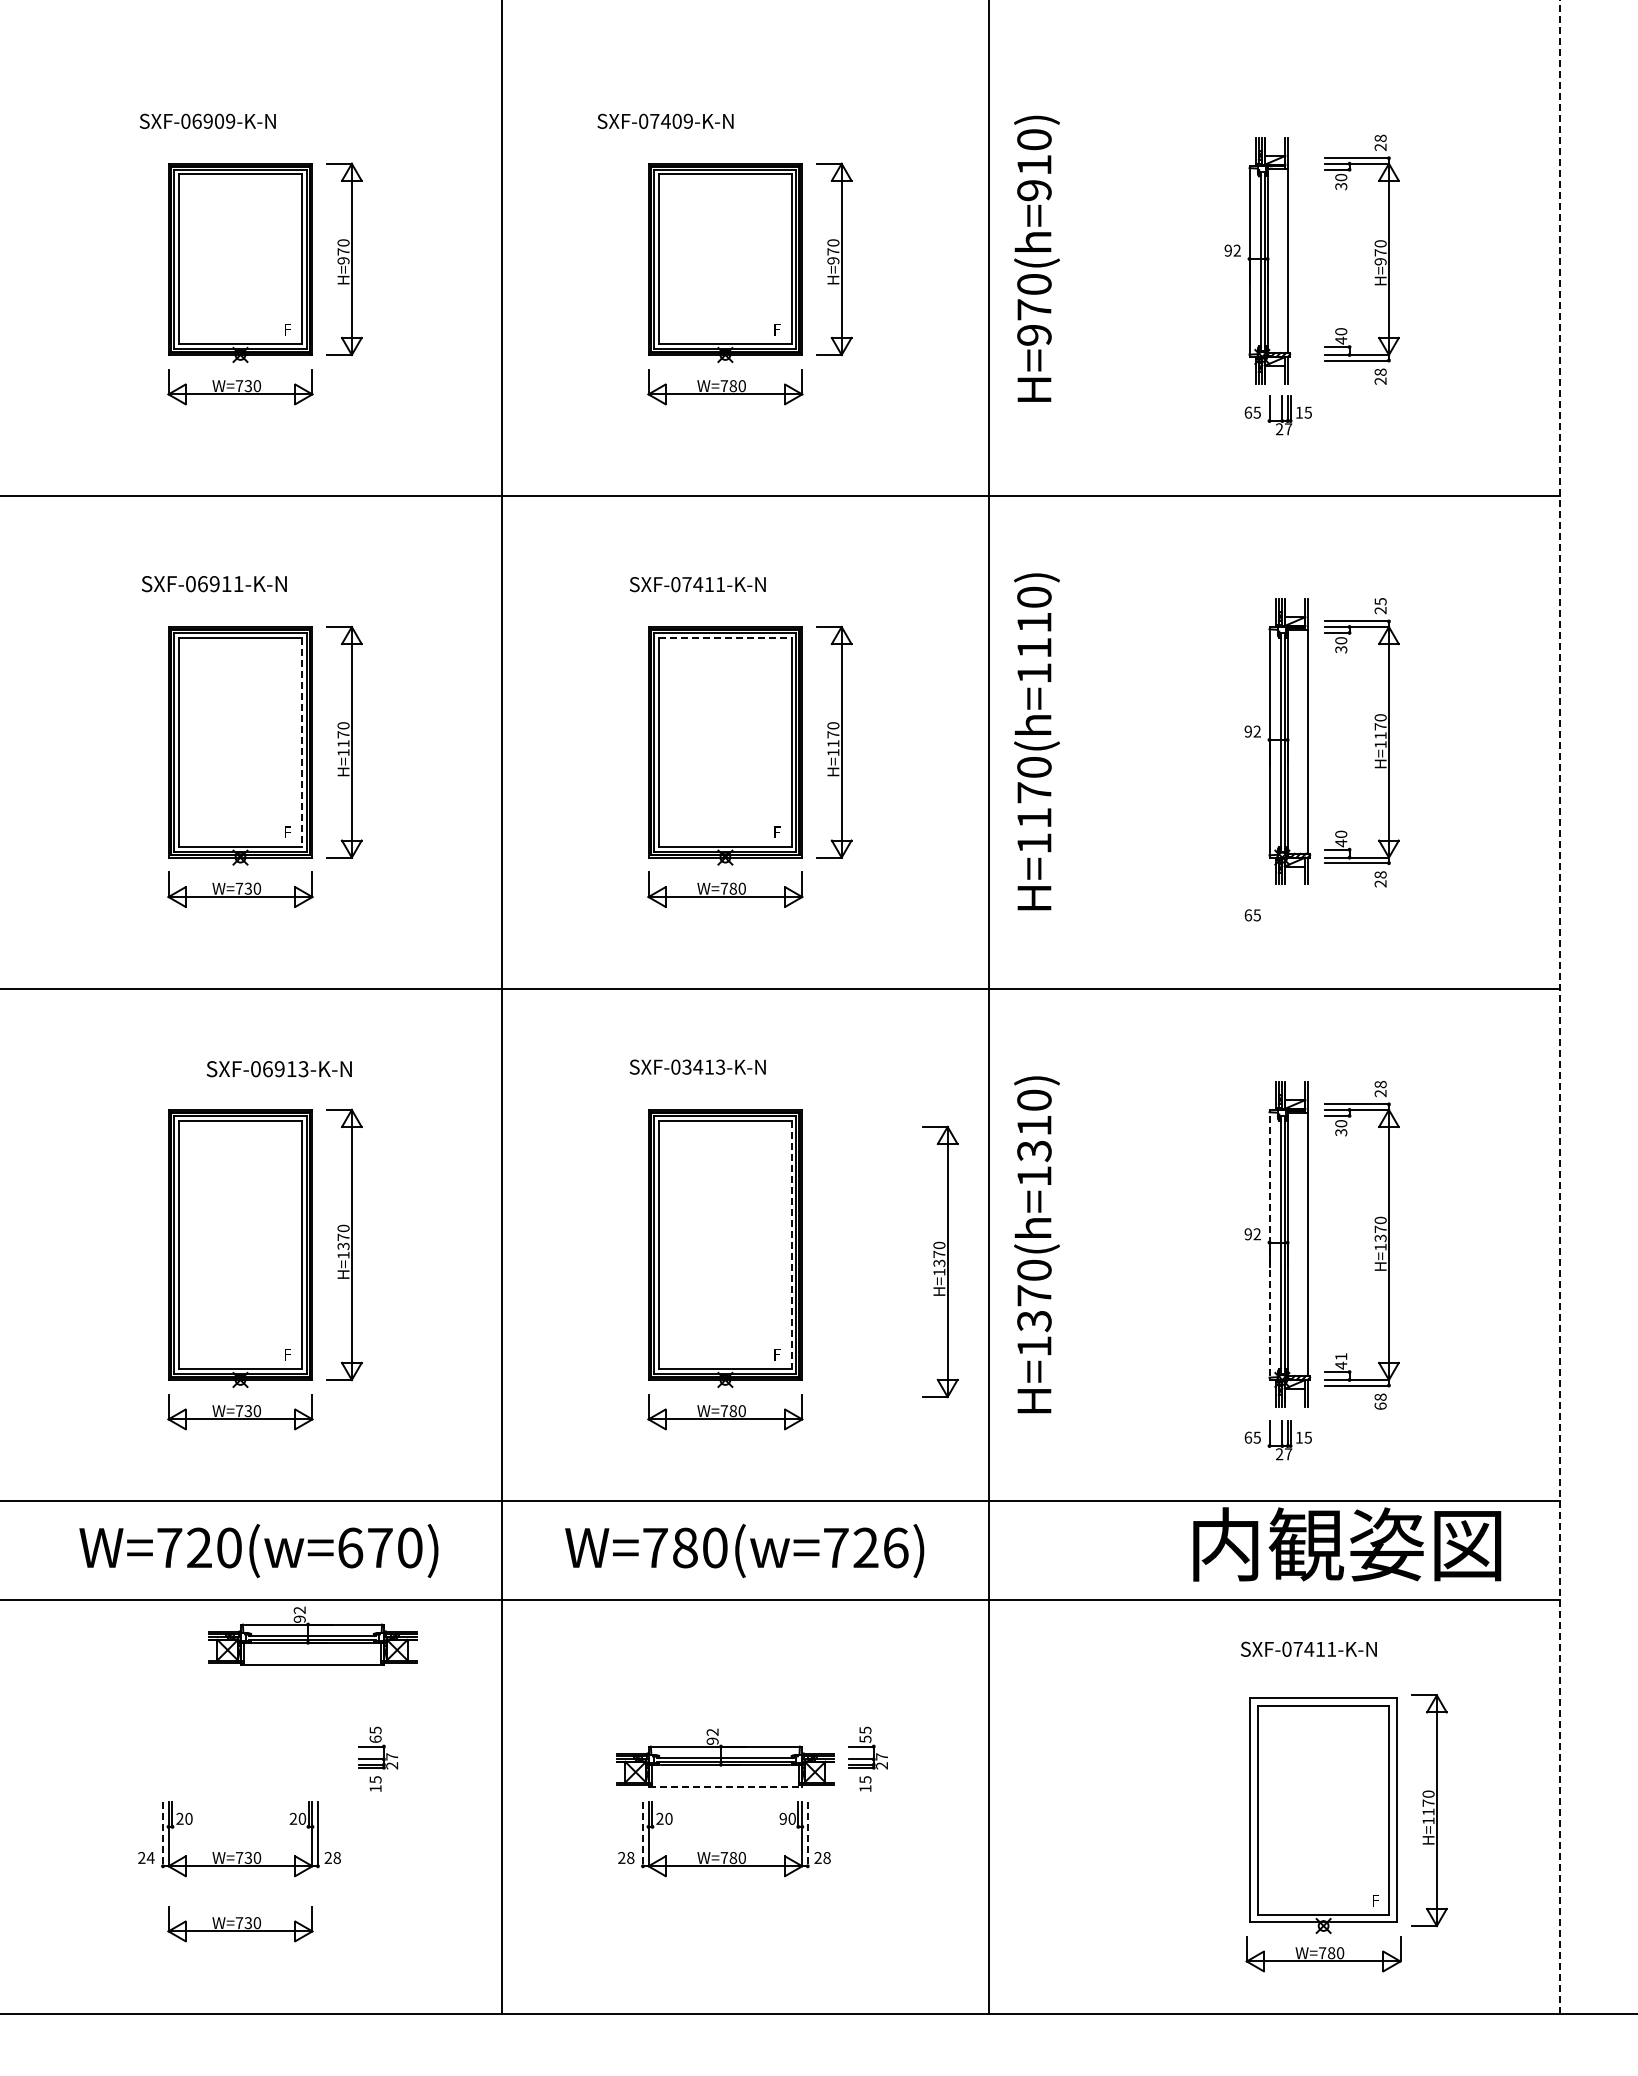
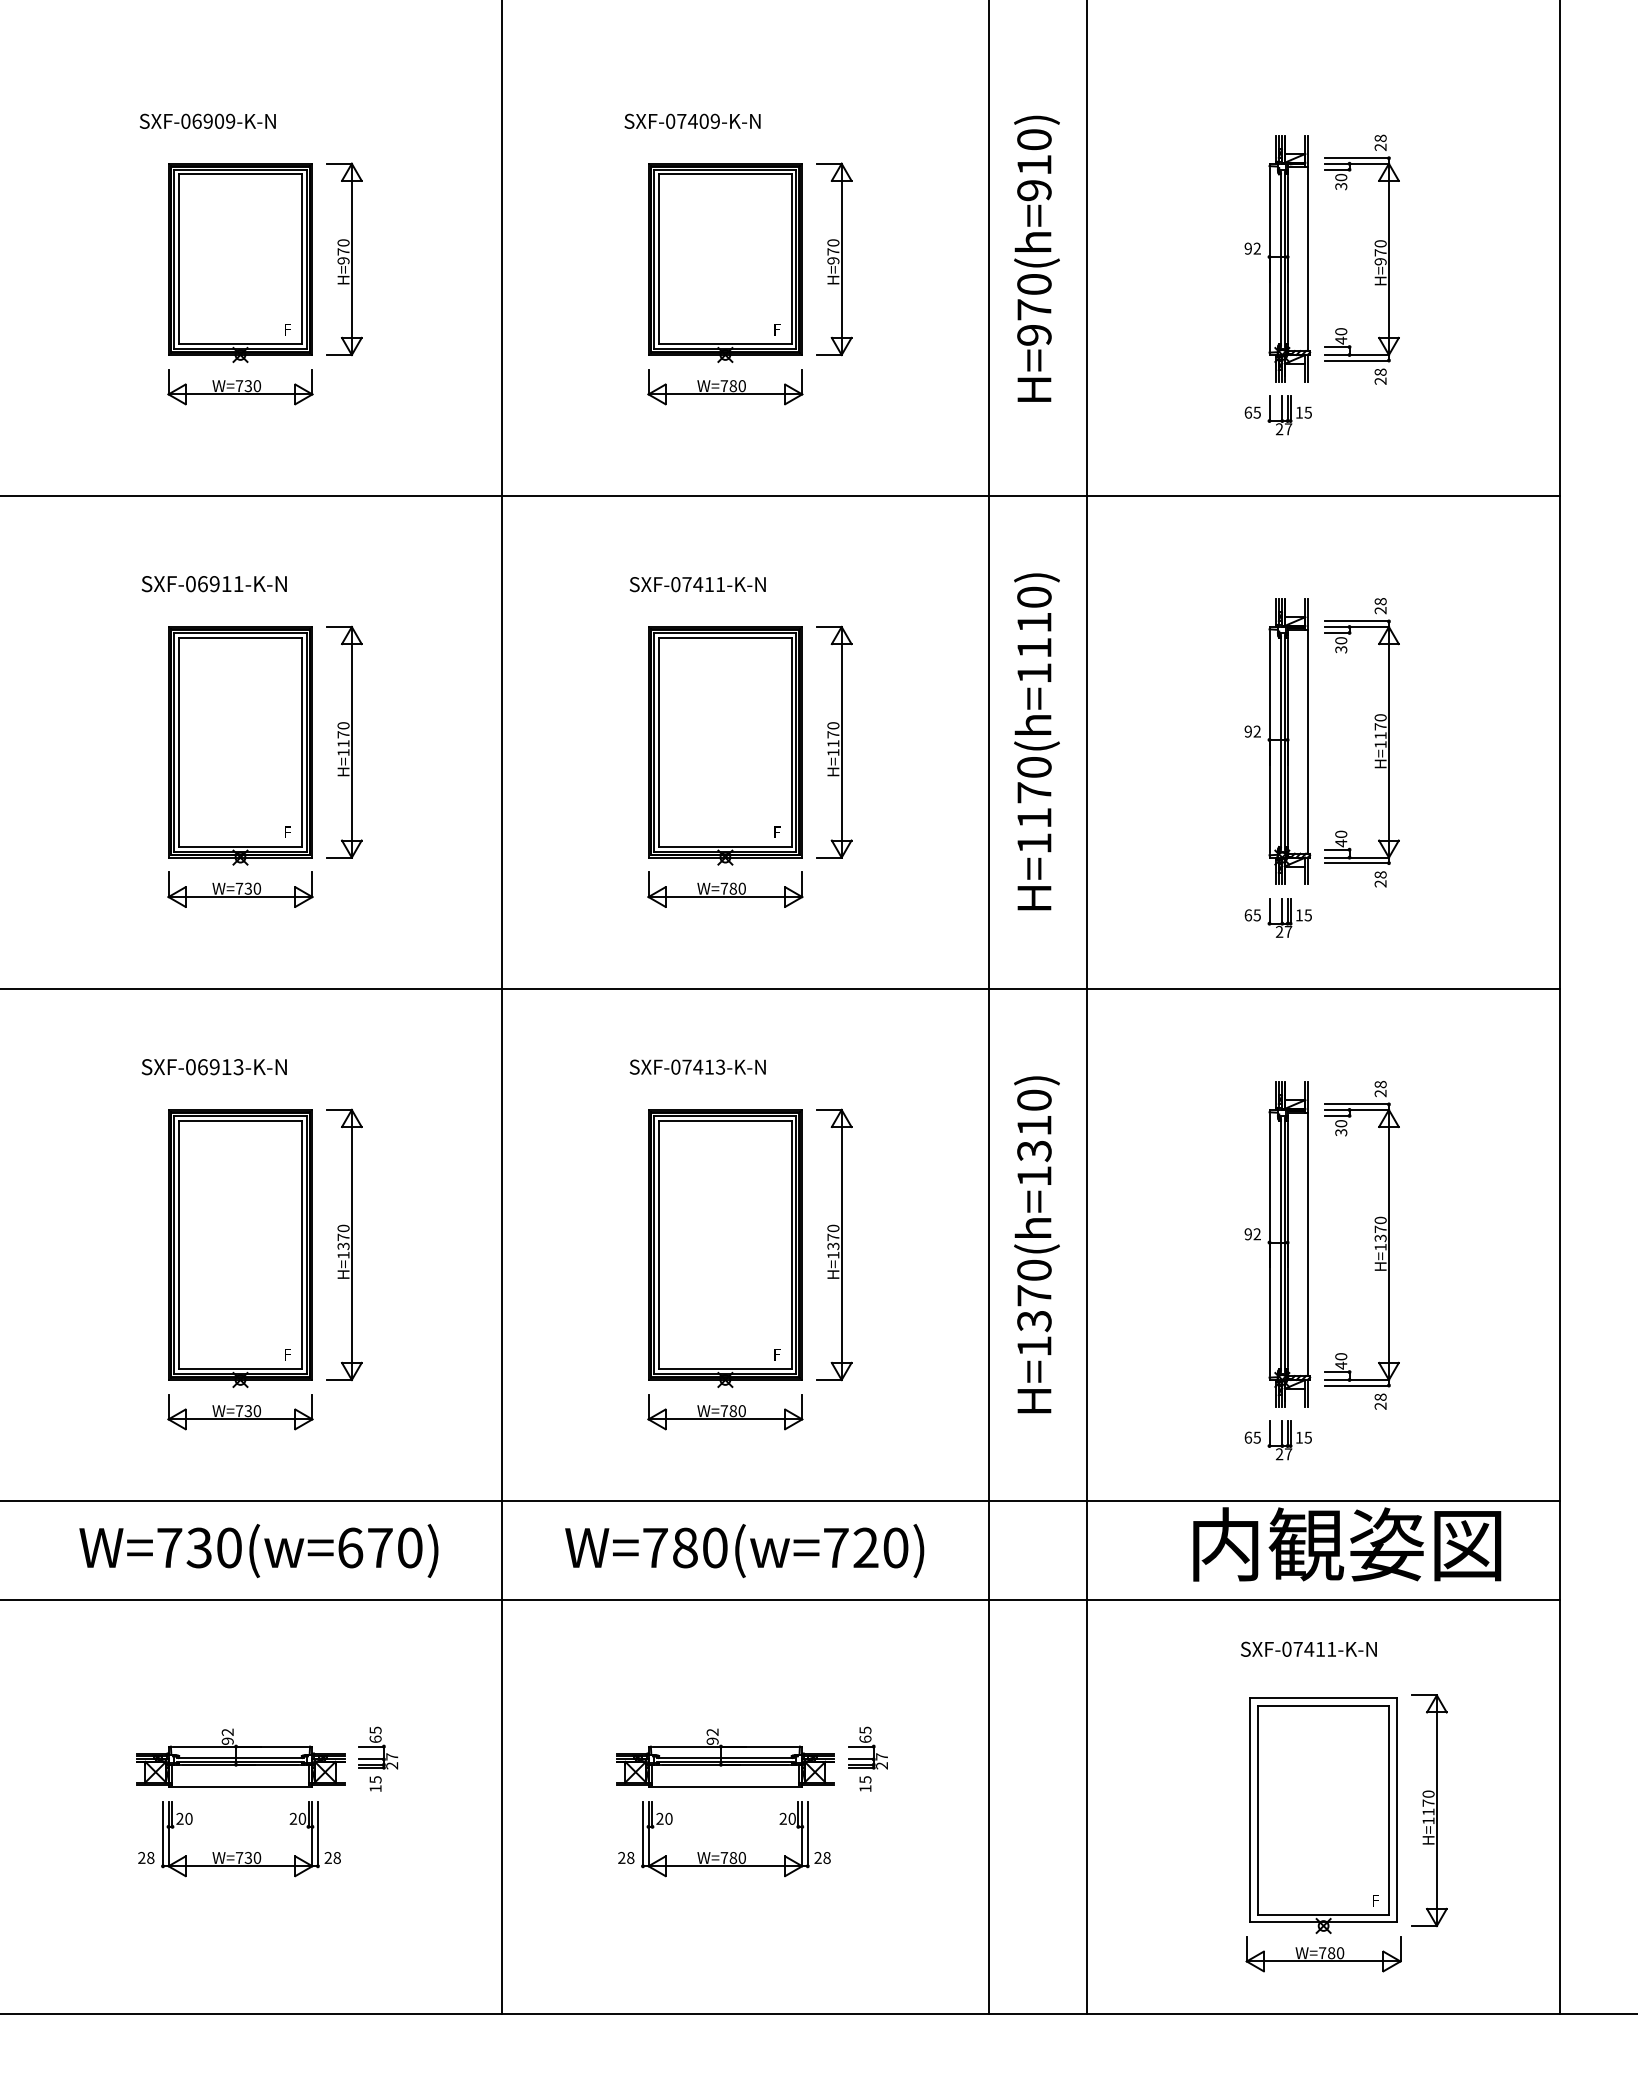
text at (665, 120) position: (665, 120) -> (692, 120)
part at (1257, 260) position: (1257, 260) -> (1277, 258)
text at (1380, 601): 25 -> 28
line at (725, 637): dashed -> solid
line at (301, 742): dashed -> solid
part at (1289, 917): none -> present
line at (1560, 1006): dashed -> solid
line at (1087, 1007): none -> present
text at (686, 1066): SXF-03413-K-N -> SXF-07413-K-N
text at (278, 1069) position: (278, 1069) -> (213, 1067)
line at (1269, 1244): dashed -> solid
line at (791, 1245): dashed -> solid
part at (940, 1261) position: (940, 1261) -> (834, 1244)
text at (1341, 1356): 41 -> 40
text at (1380, 1405): 68 -> 28
text at (198, 1547): W=720(w=670) -> W=730(w=670)
text at (895, 1547): W=780(w=726) -> W=780(w=720)
part at (312, 1635) position: (312, 1635) -> (240, 1757)
text at (865, 1738): 55 -> 65
line at (725, 1787): dashed -> solid
text at (782, 1818): 90 -> 20
line at (163, 1834): dashed -> solid
line at (643, 1834): dashed -> solid
line at (807, 1834): dashed -> solid
text at (150, 1858): 24 -> 28
part at (240, 1924): present -> none
